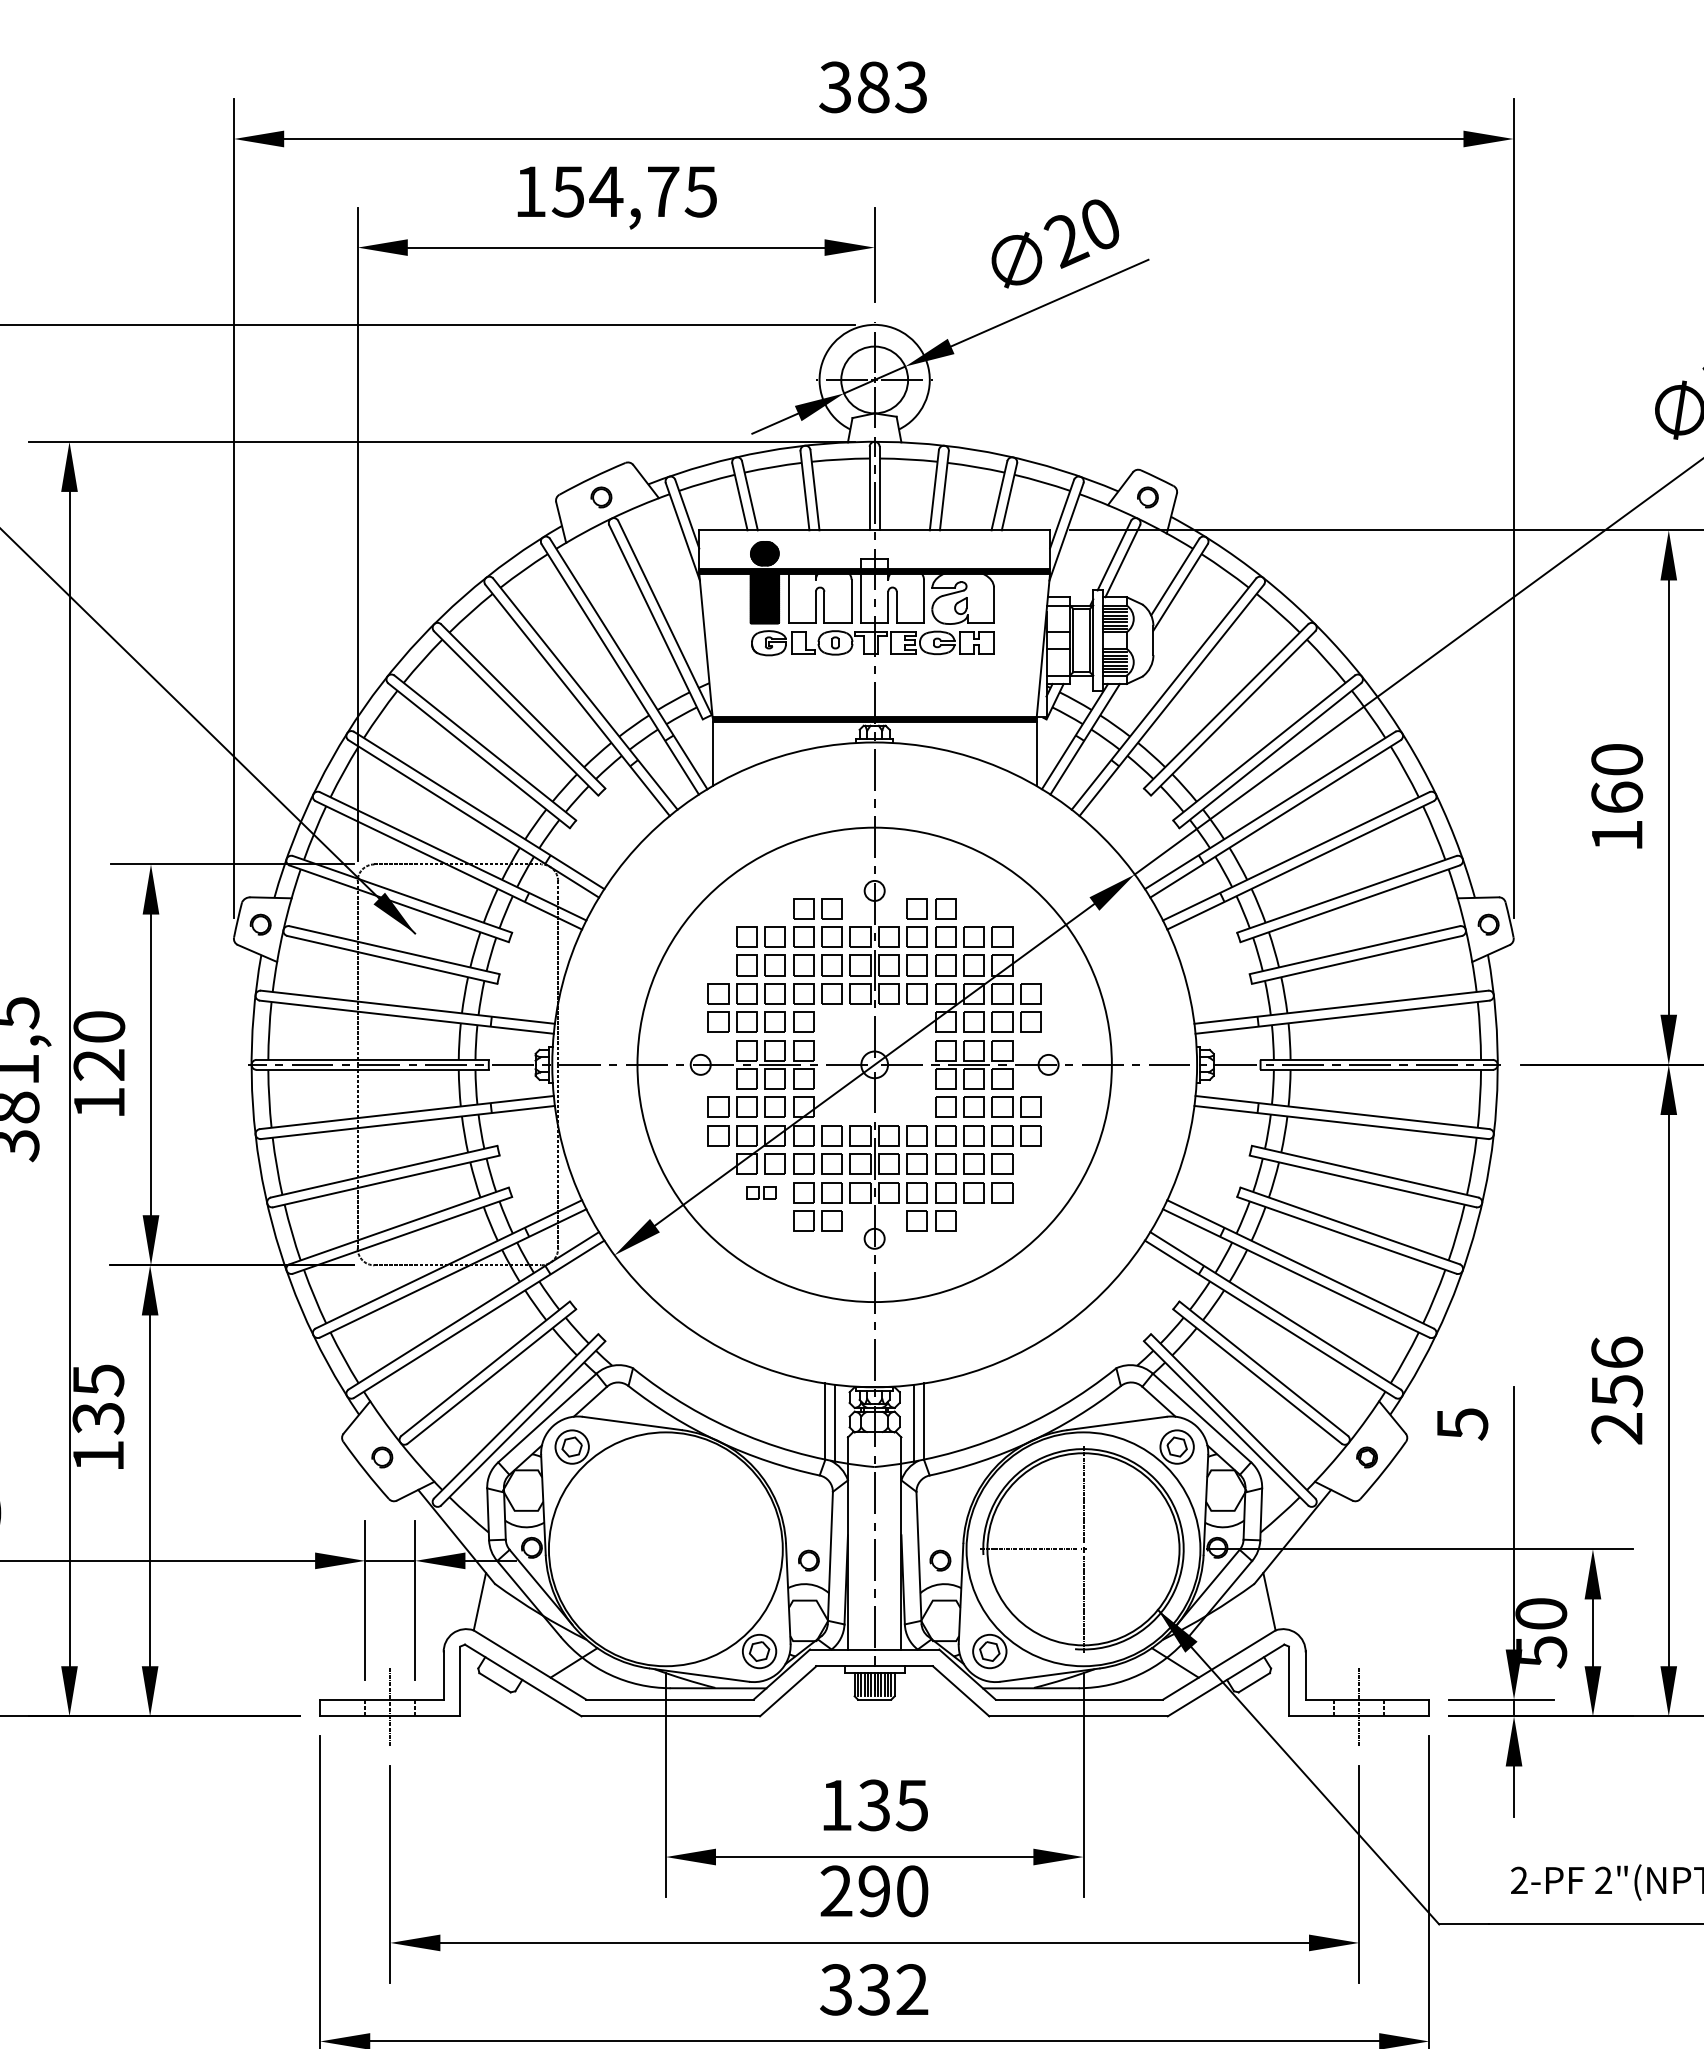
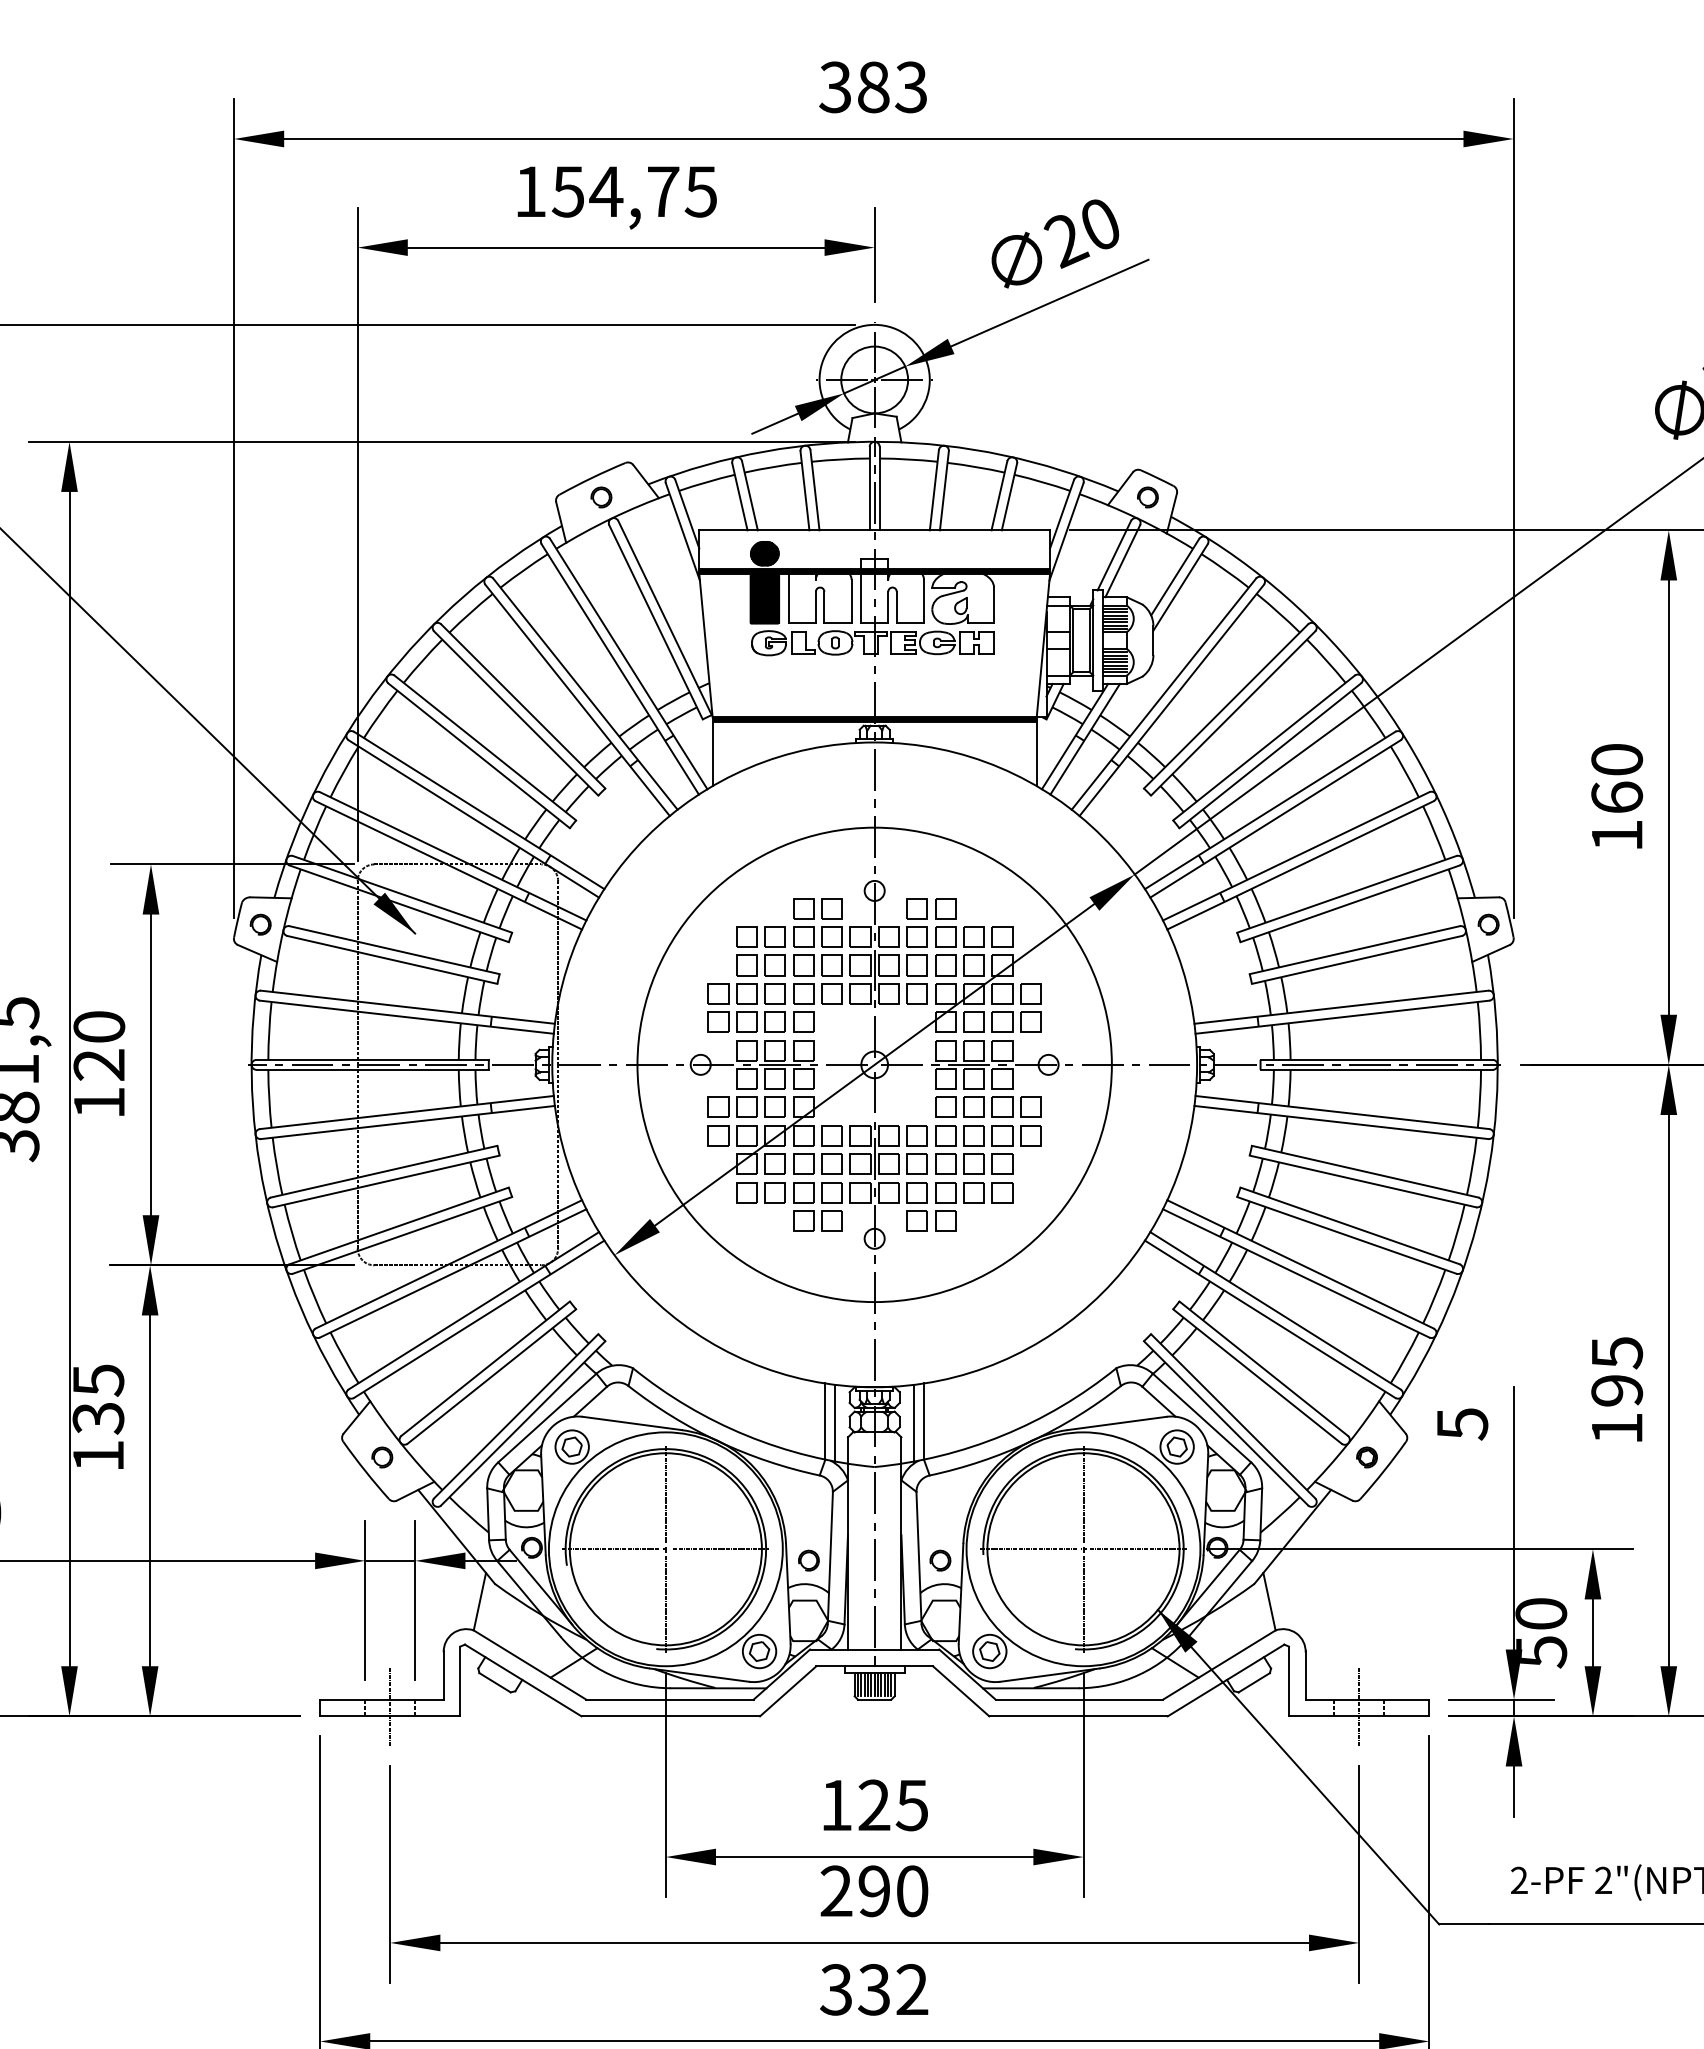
part at (761, 1192) size: 31x14 px -> 50x22 px
text at (1617, 1390): 256 -> 195
part at (665, 1549): none -> present
line at (1138, 1549): none -> present
text at (874, 1805): 135 -> 125
